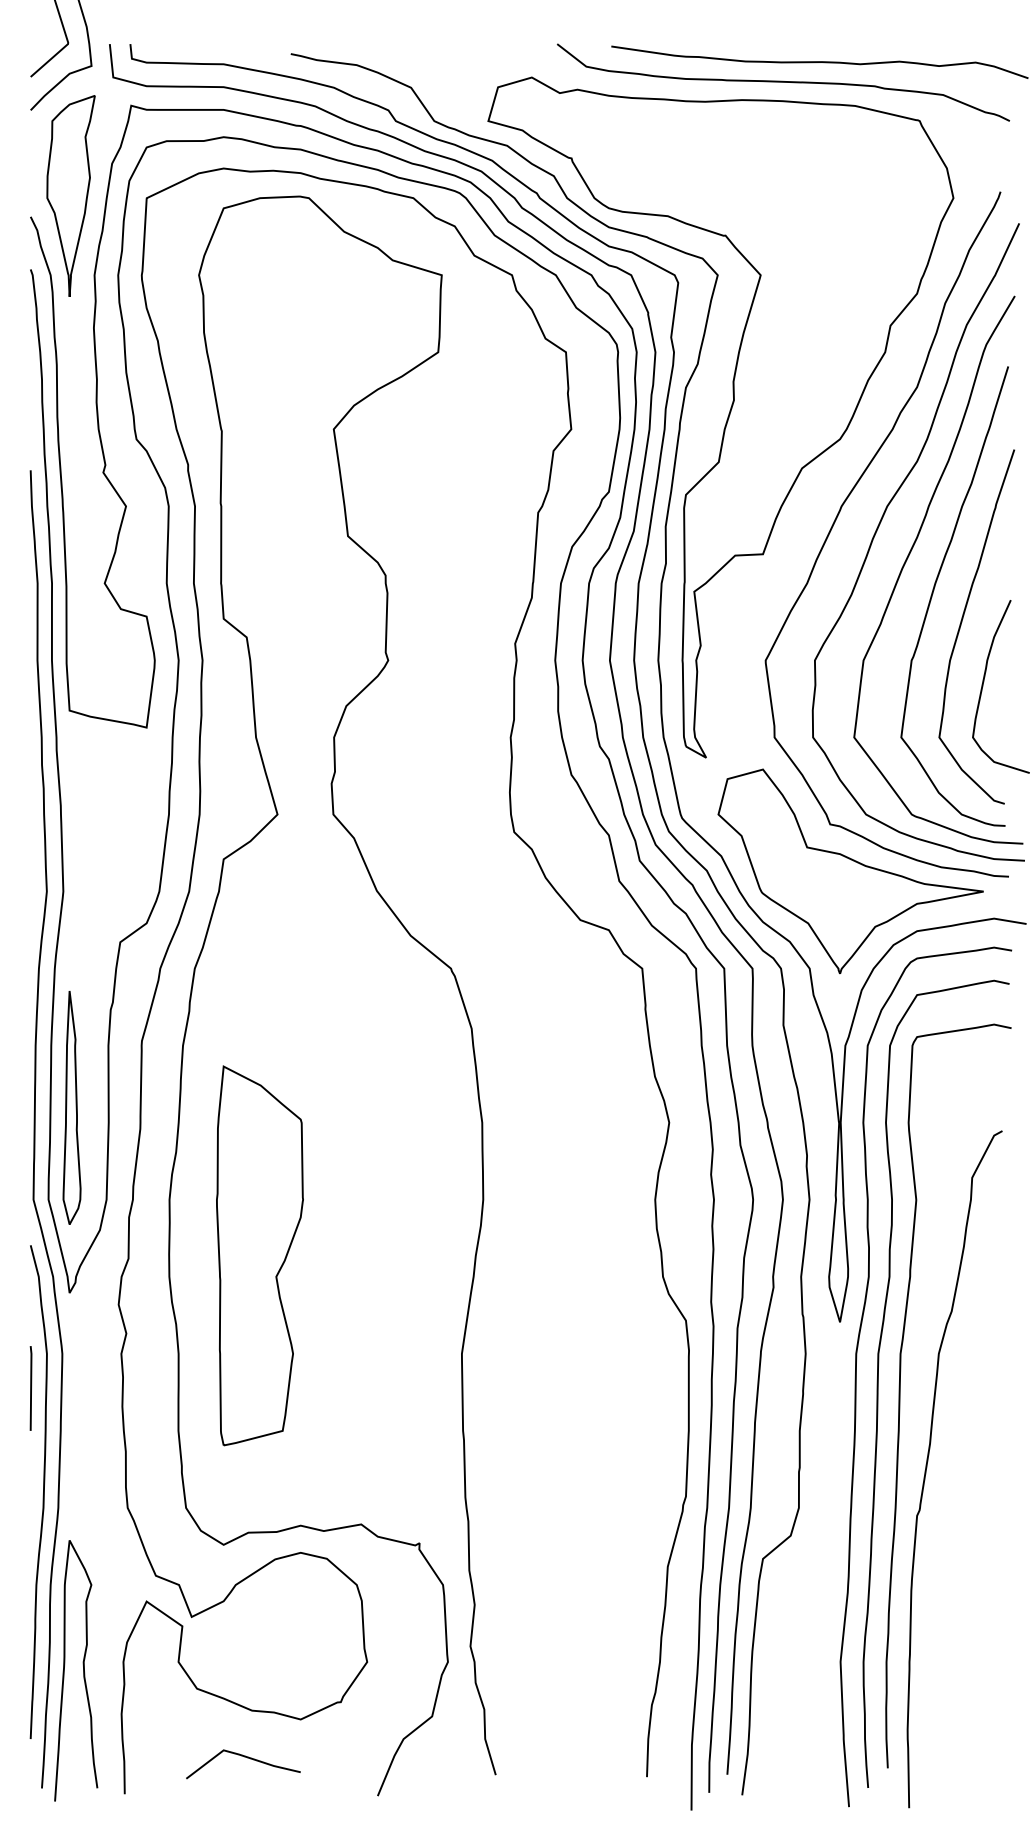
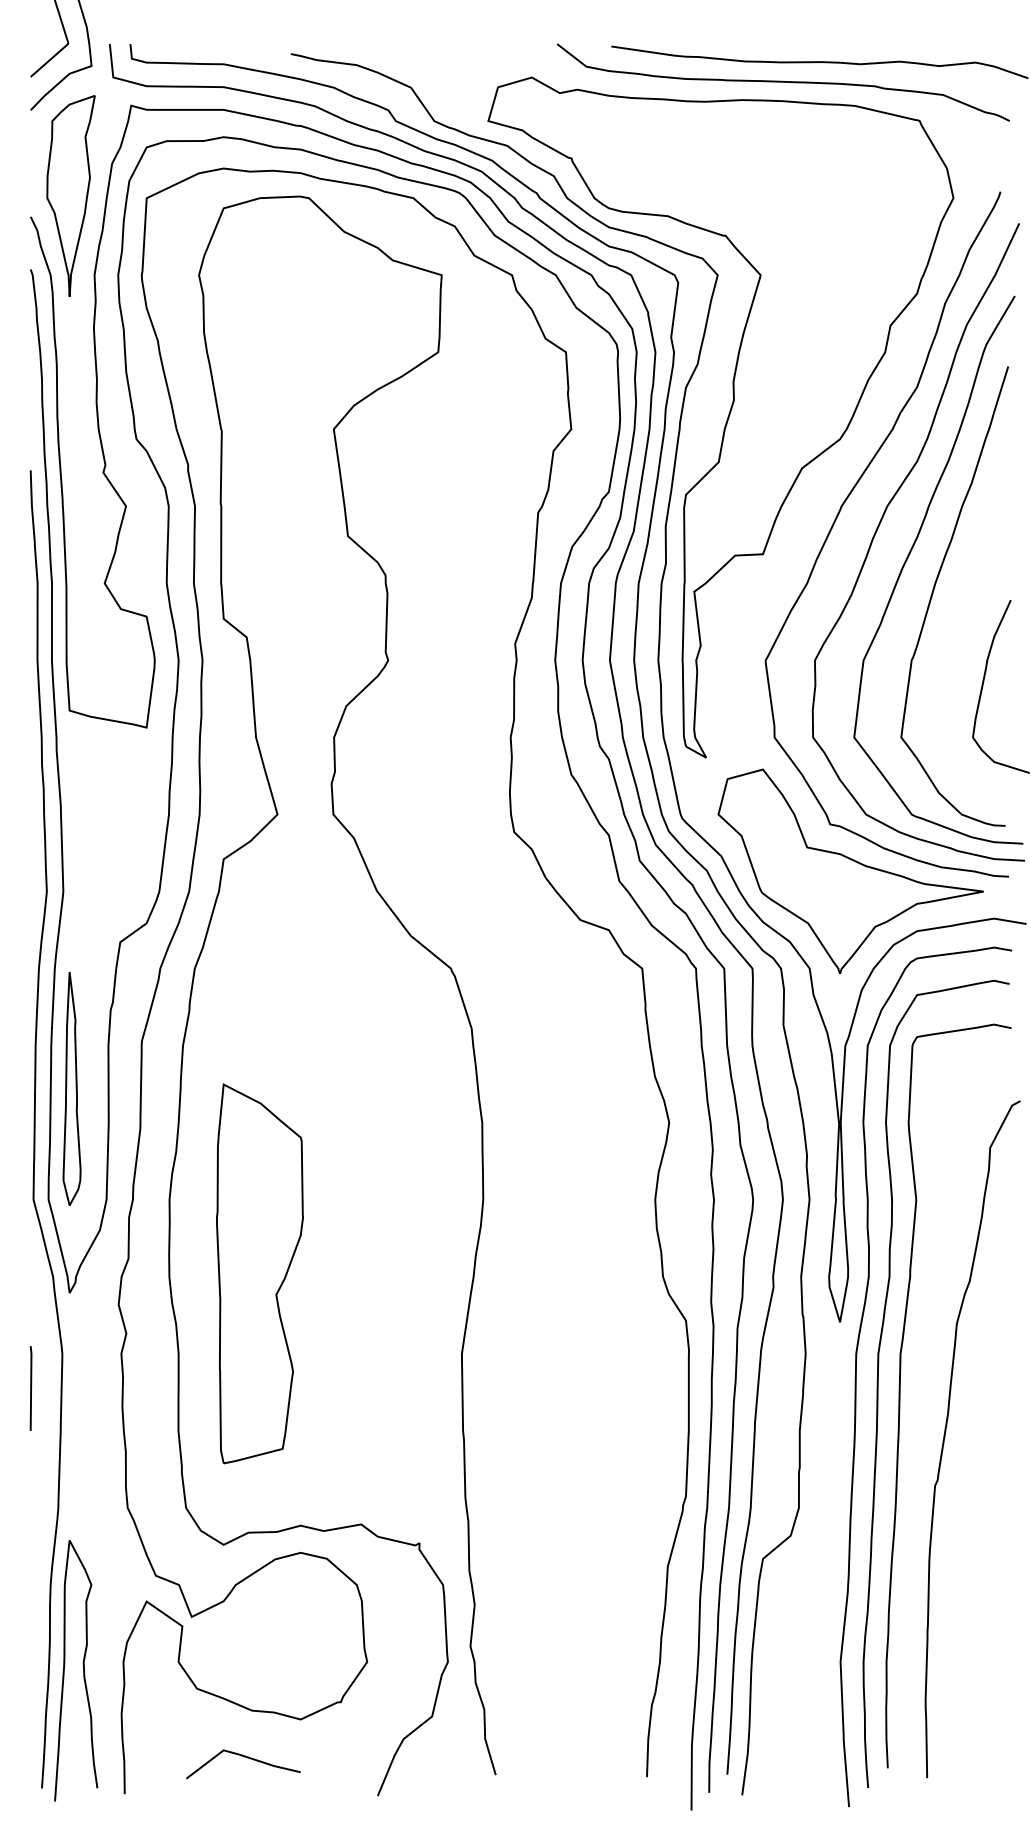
curve at (962, 622): present -> none
part at (71, 1107) position: (71, 1107) -> (71, 1088)
part at (259, 1255) position: (259, 1255) -> (259, 1273)
curve at (927, 1467) position: (927, 1467) -> (945, 1437)
curve at (43, 1491): present -> none
